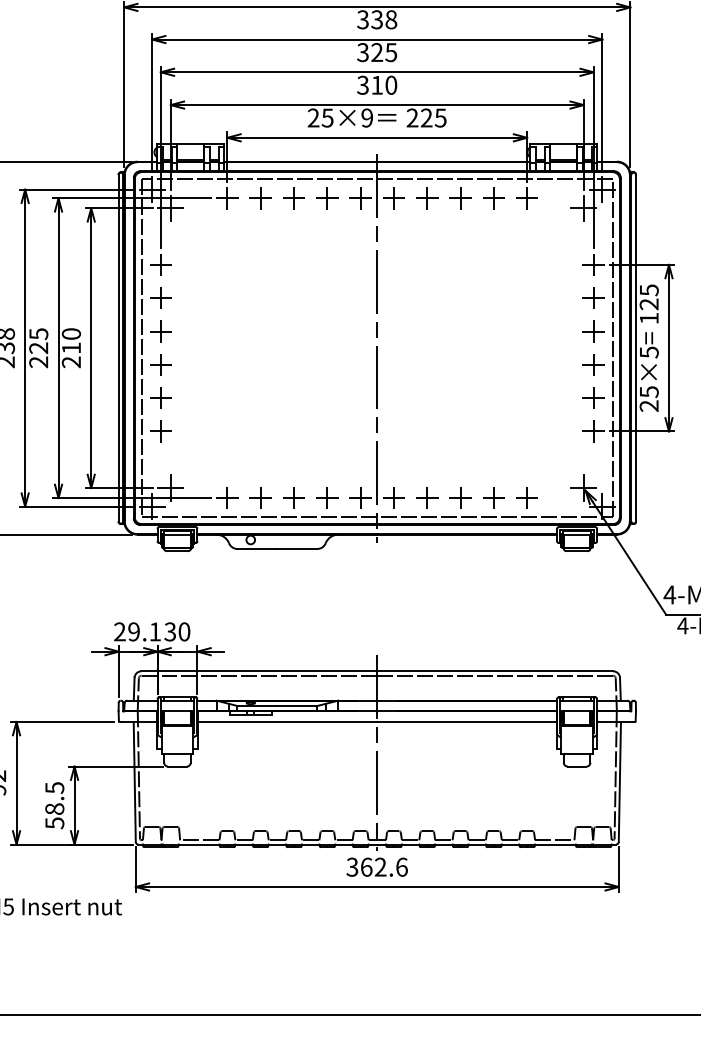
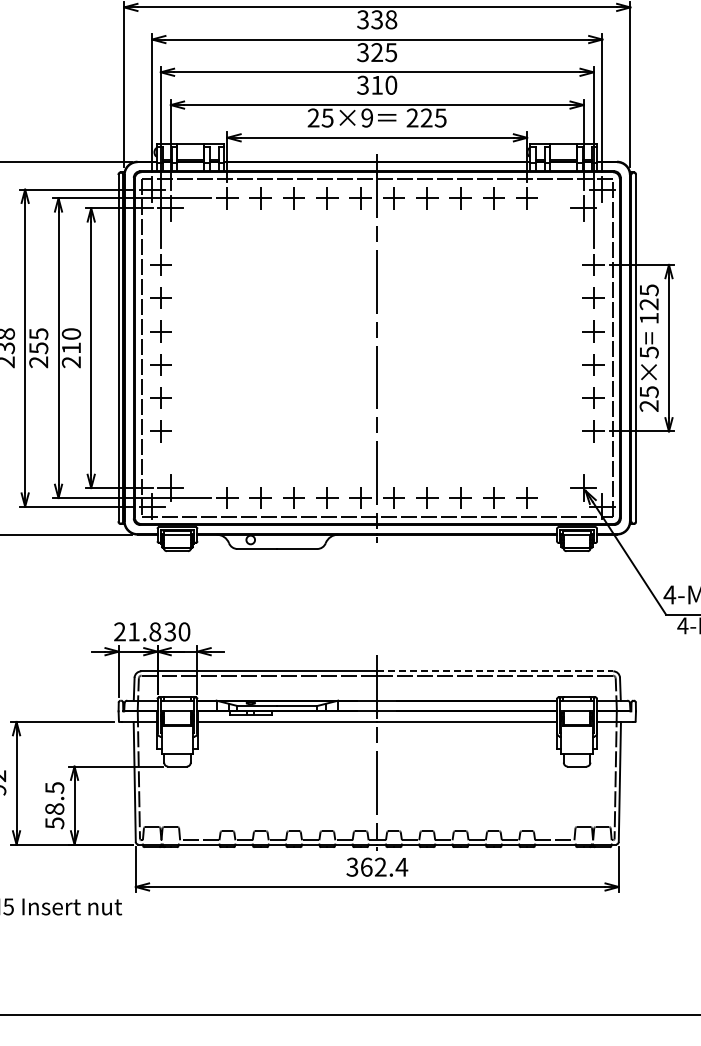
text at (38, 348): 225 -> 255
text at (144, 631): 29.1 -> 21.8
line at (495, 671): solid -> dashed
text at (401, 866): 362.6 -> 362.4
